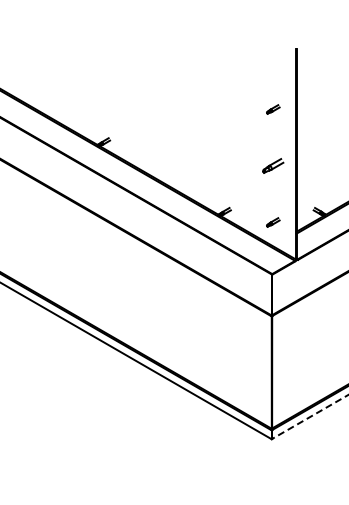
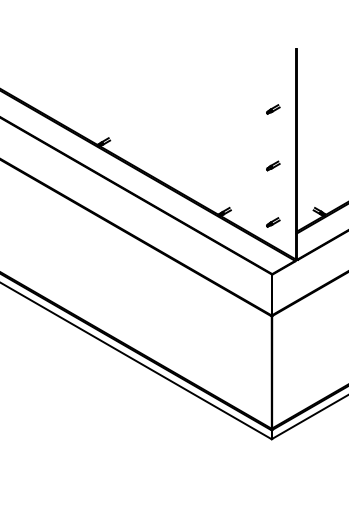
part at (273, 165) size: 23x16 px -> 15x12 px
line at (310, 416): dashed -> solid
